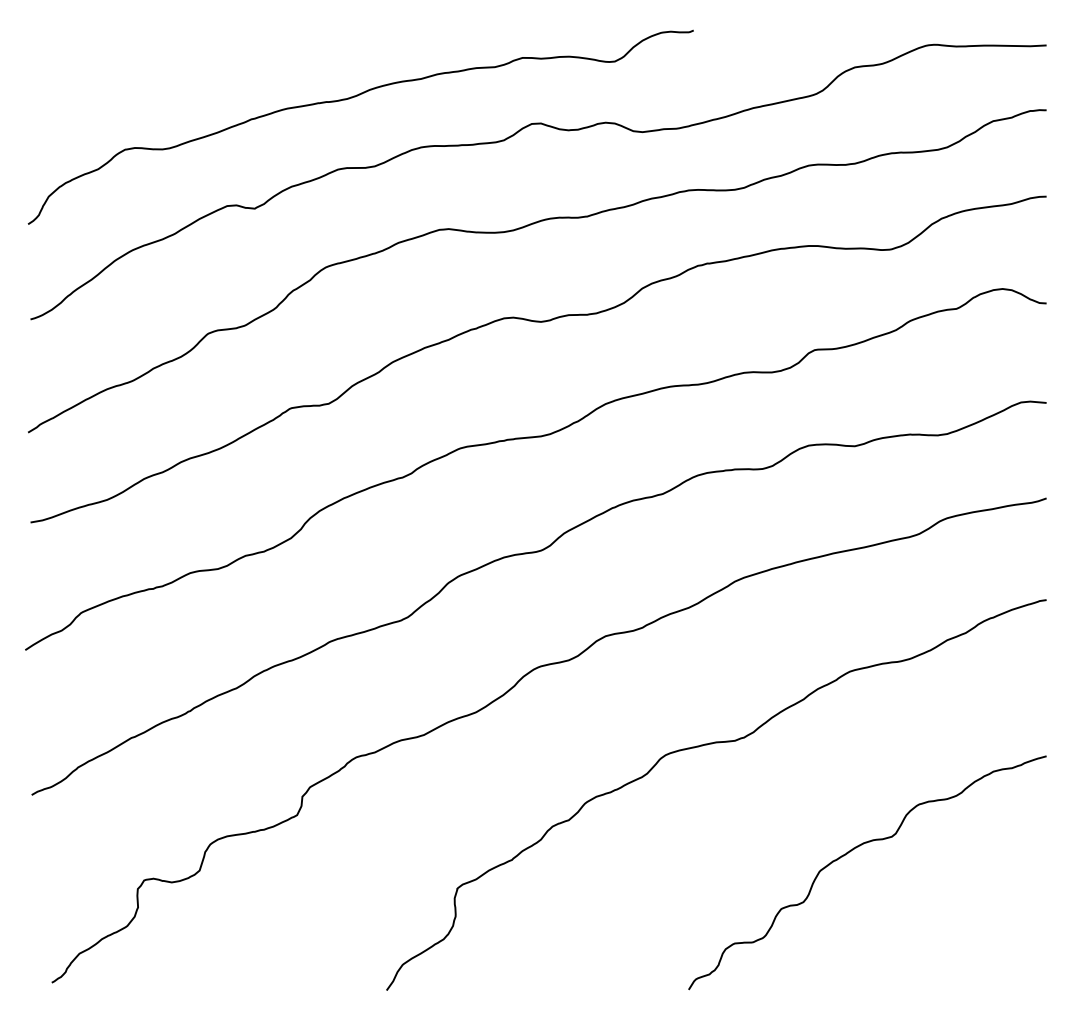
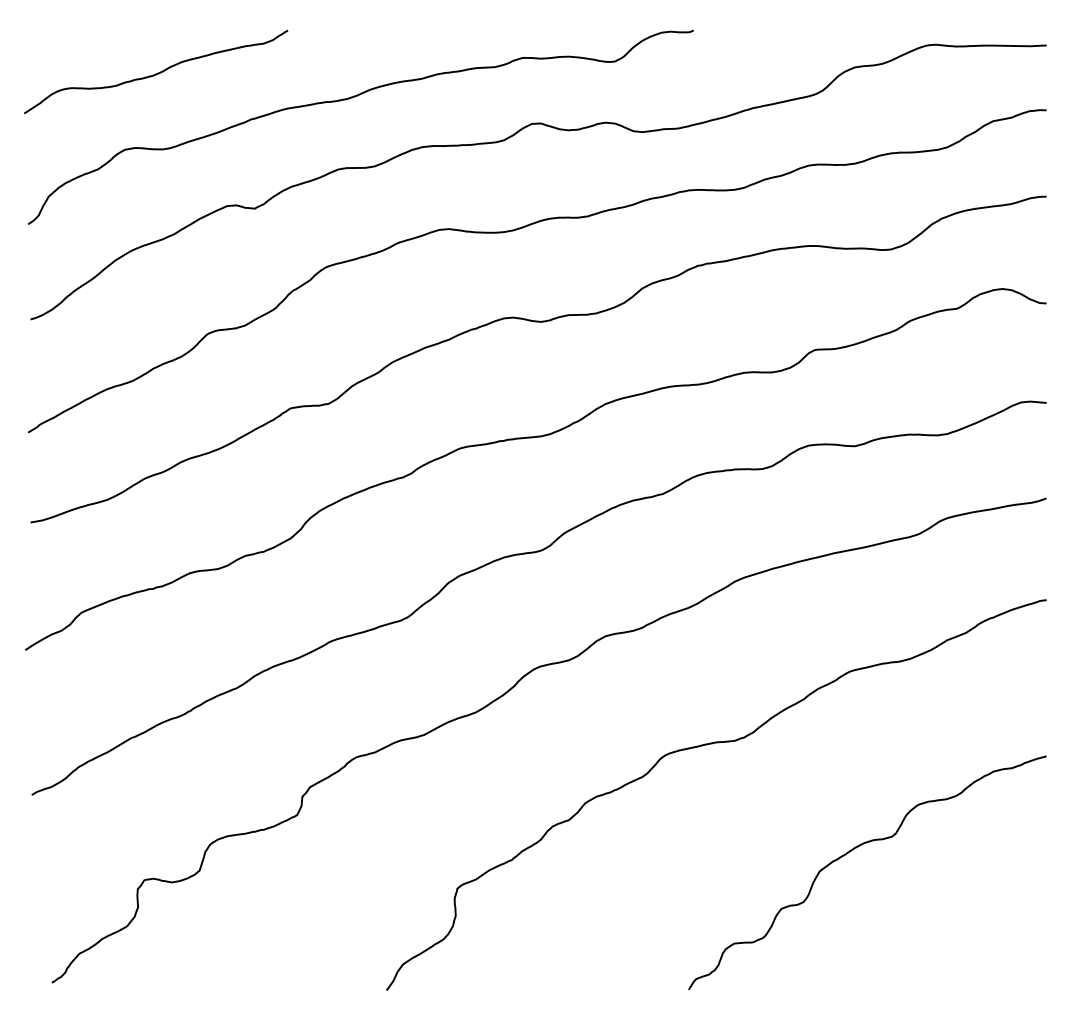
curve at (157, 72): none -> present
